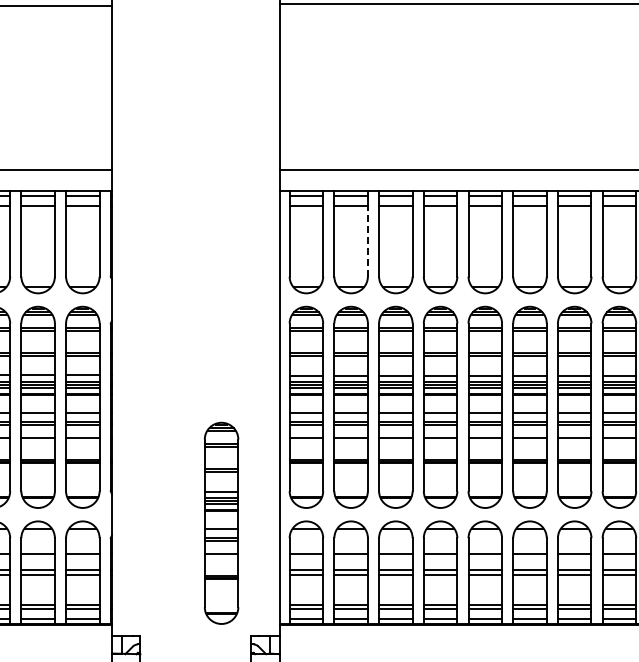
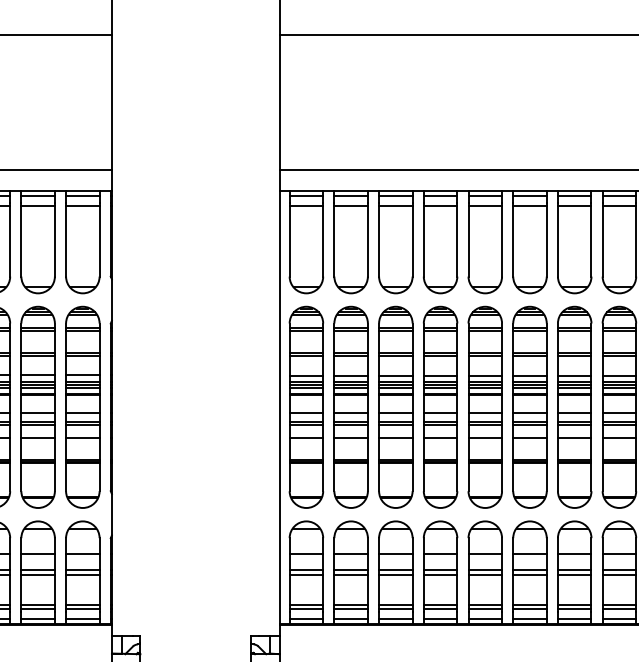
line at (457, 4) position: (457, 4) -> (457, 35)
line at (56, 6) position: (56, 6) -> (56, 35)
line at (367, 239): dashed -> solid
part at (221, 522): present -> none
